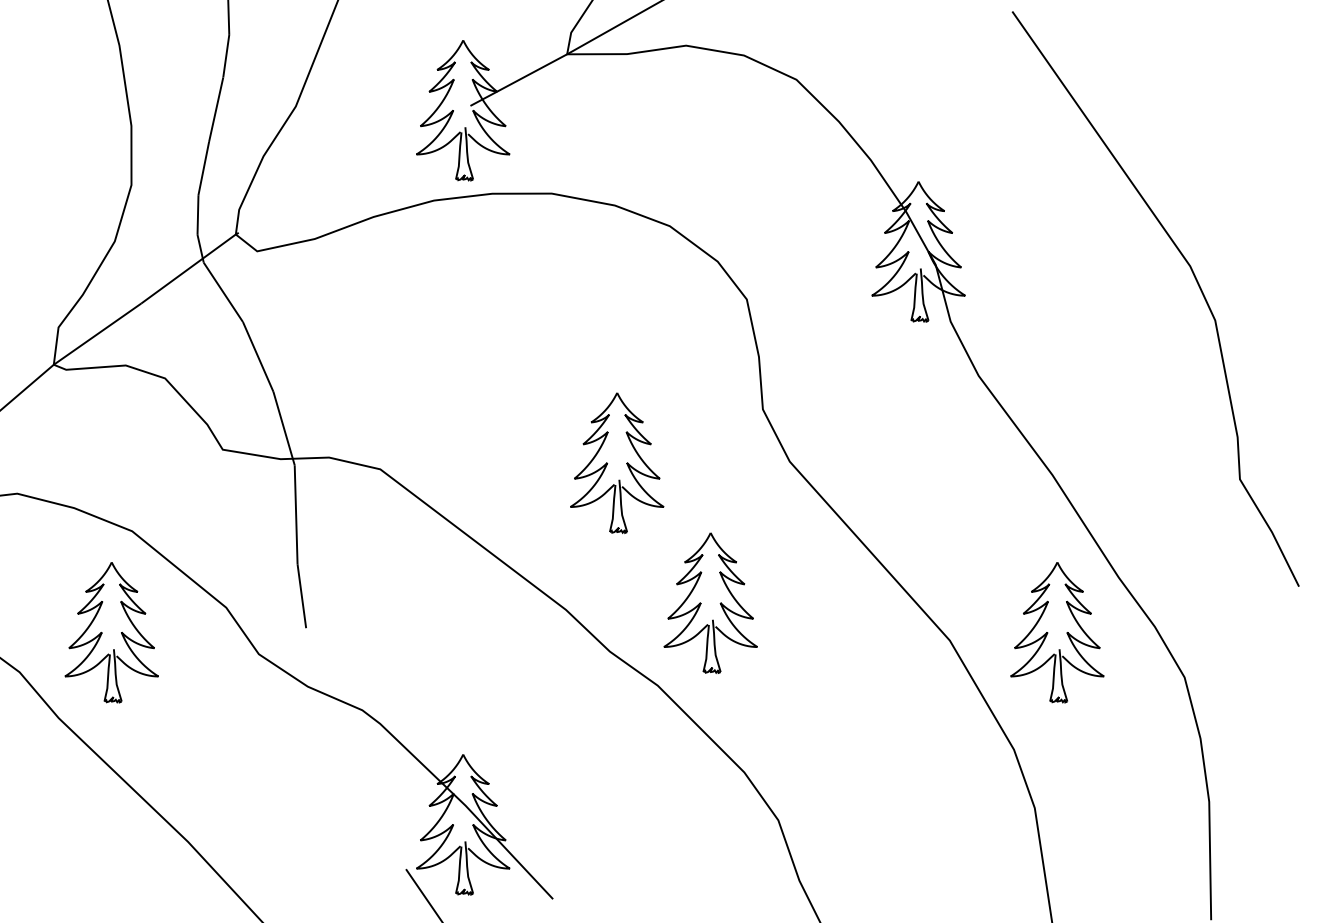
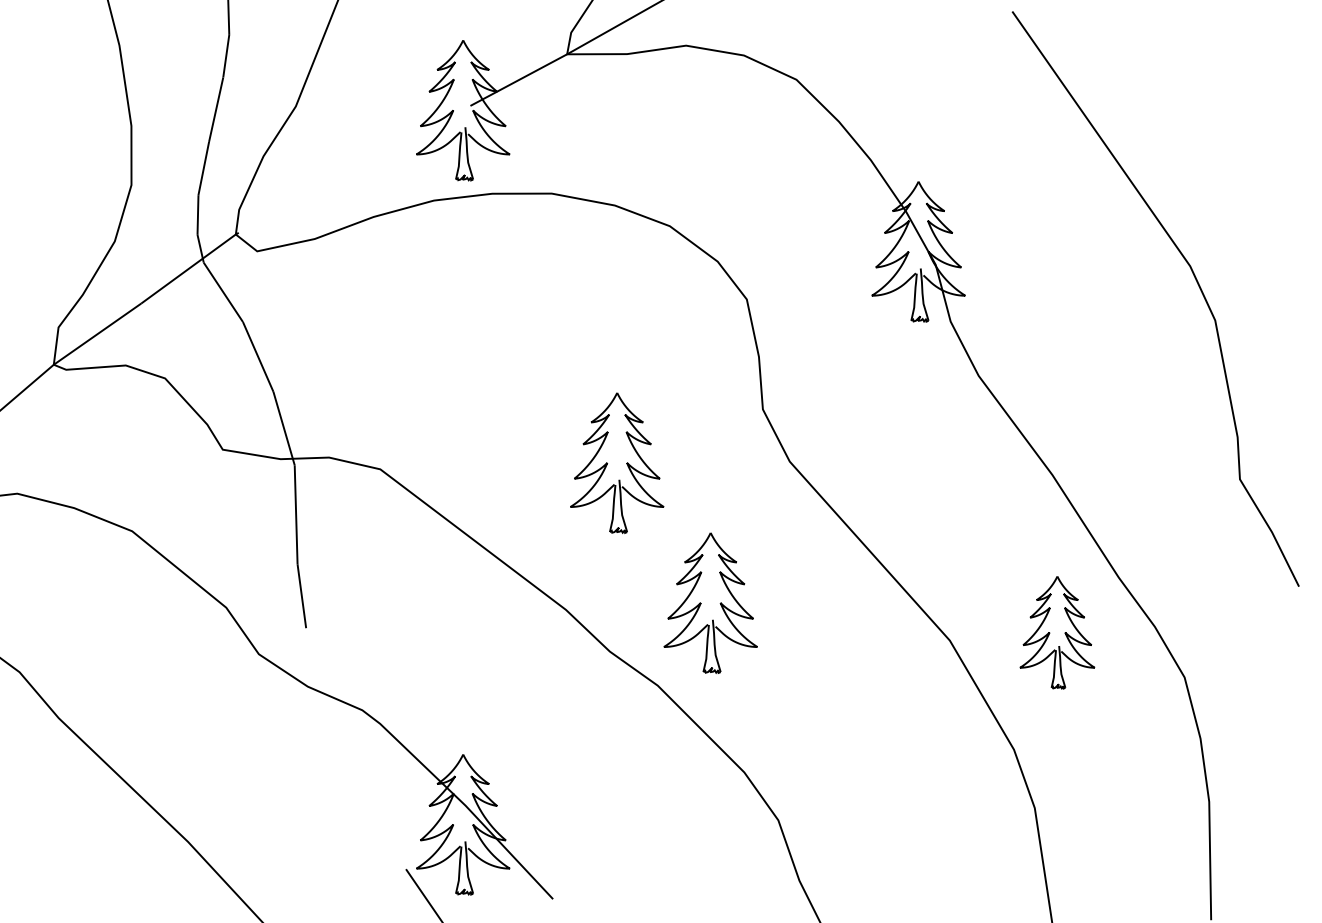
part at (111, 632): present -> none
part at (1057, 632) size: 95x142 px -> 77x114 px
